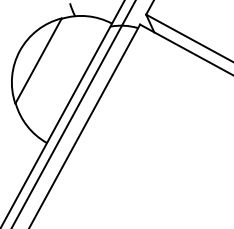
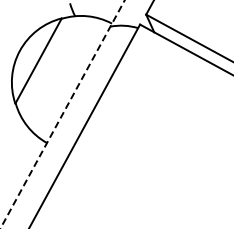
line at (73, 113): present -> none
line at (62, 114): solid -> dashed
